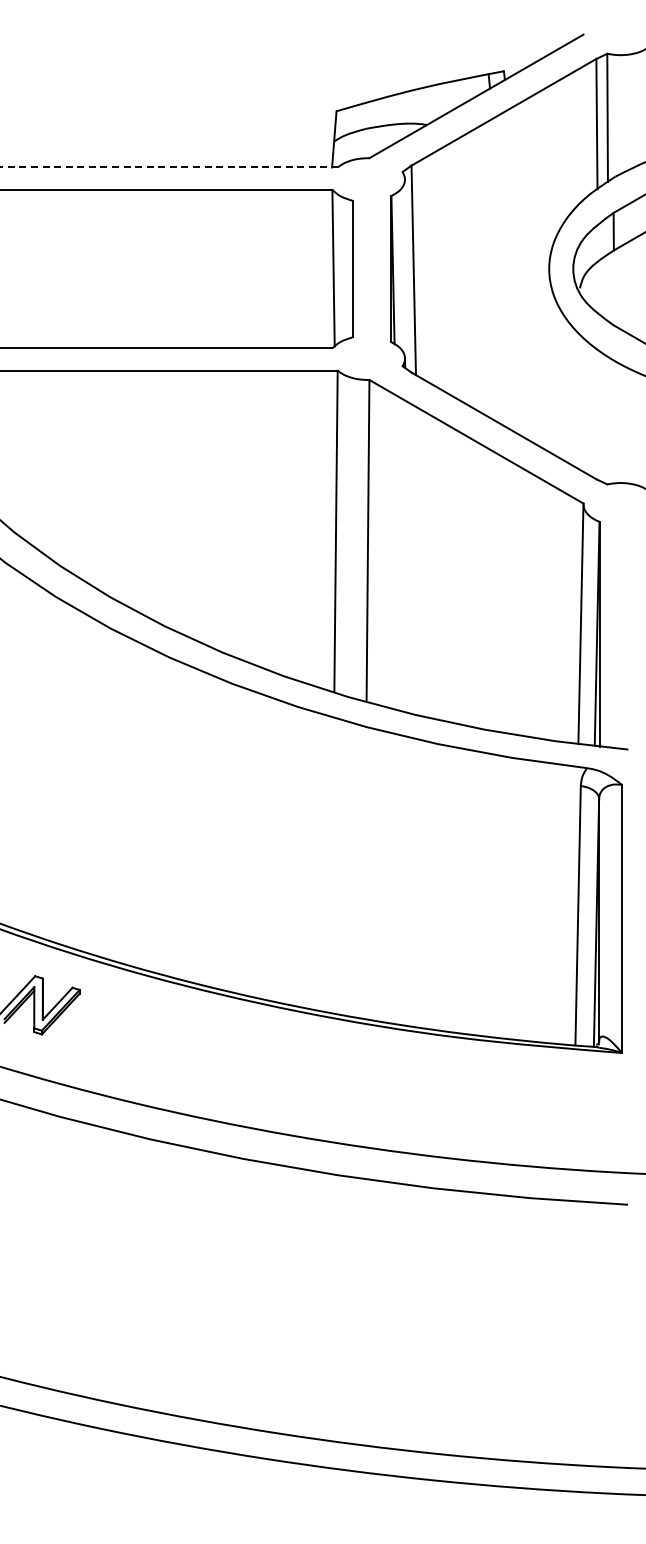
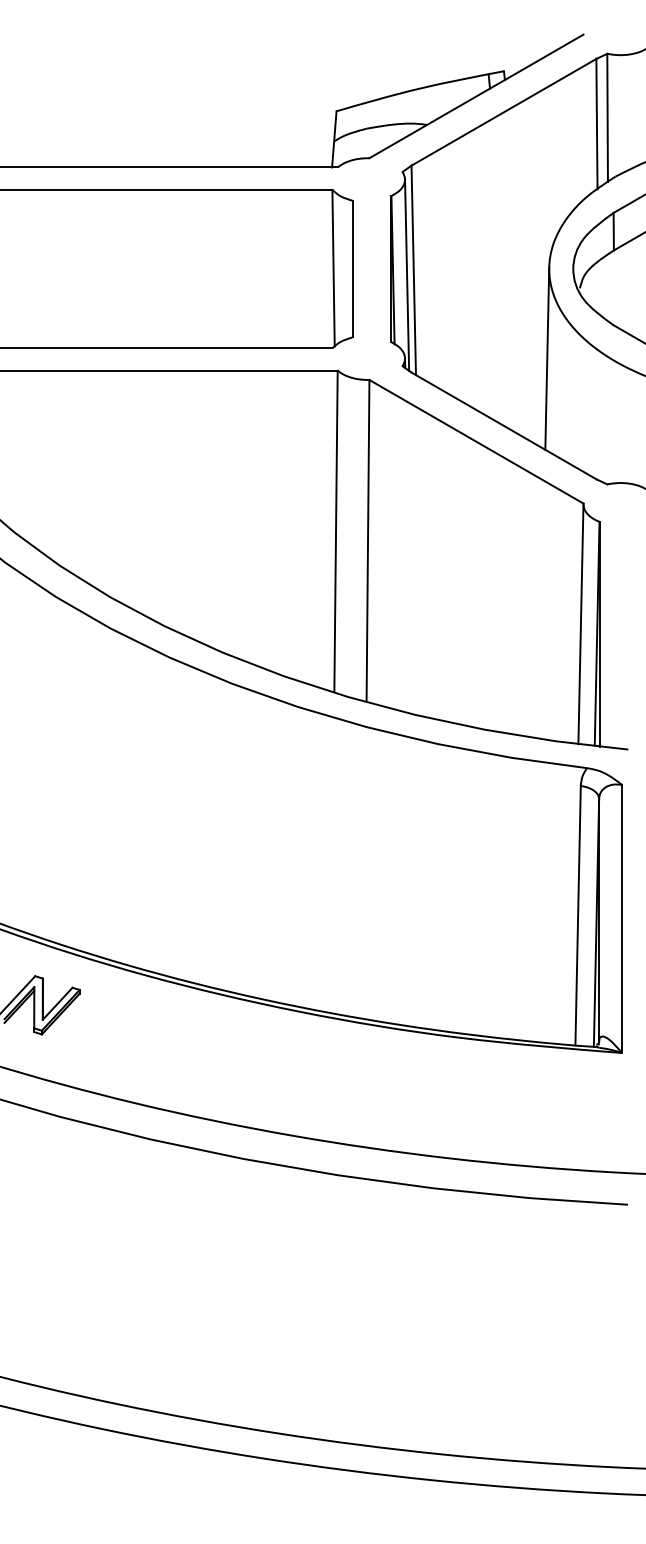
line at (169, 167): dashed -> solid
line at (407, 274): none -> present
line at (547, 358): none -> present
